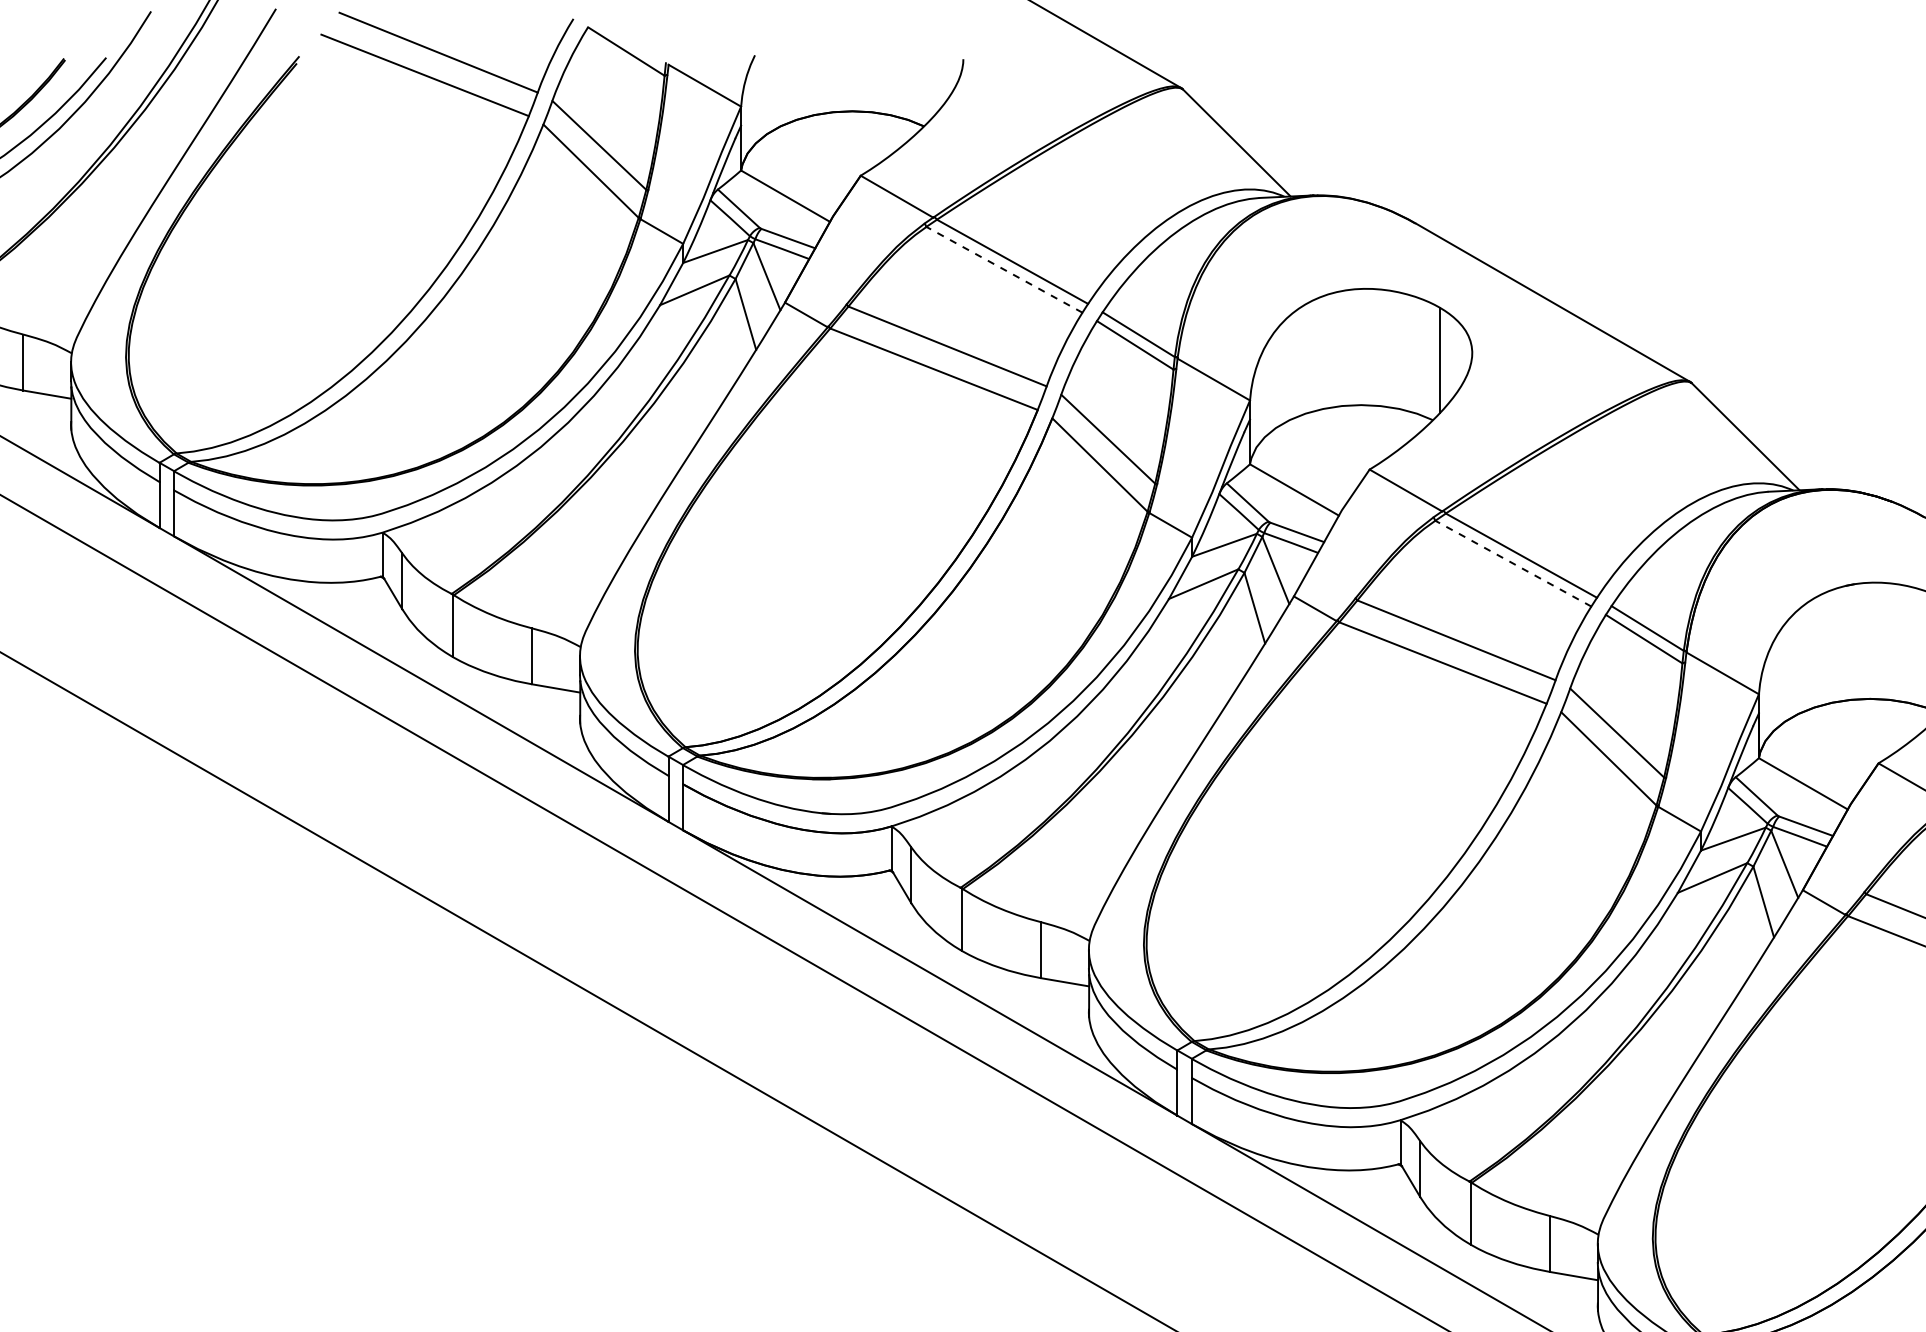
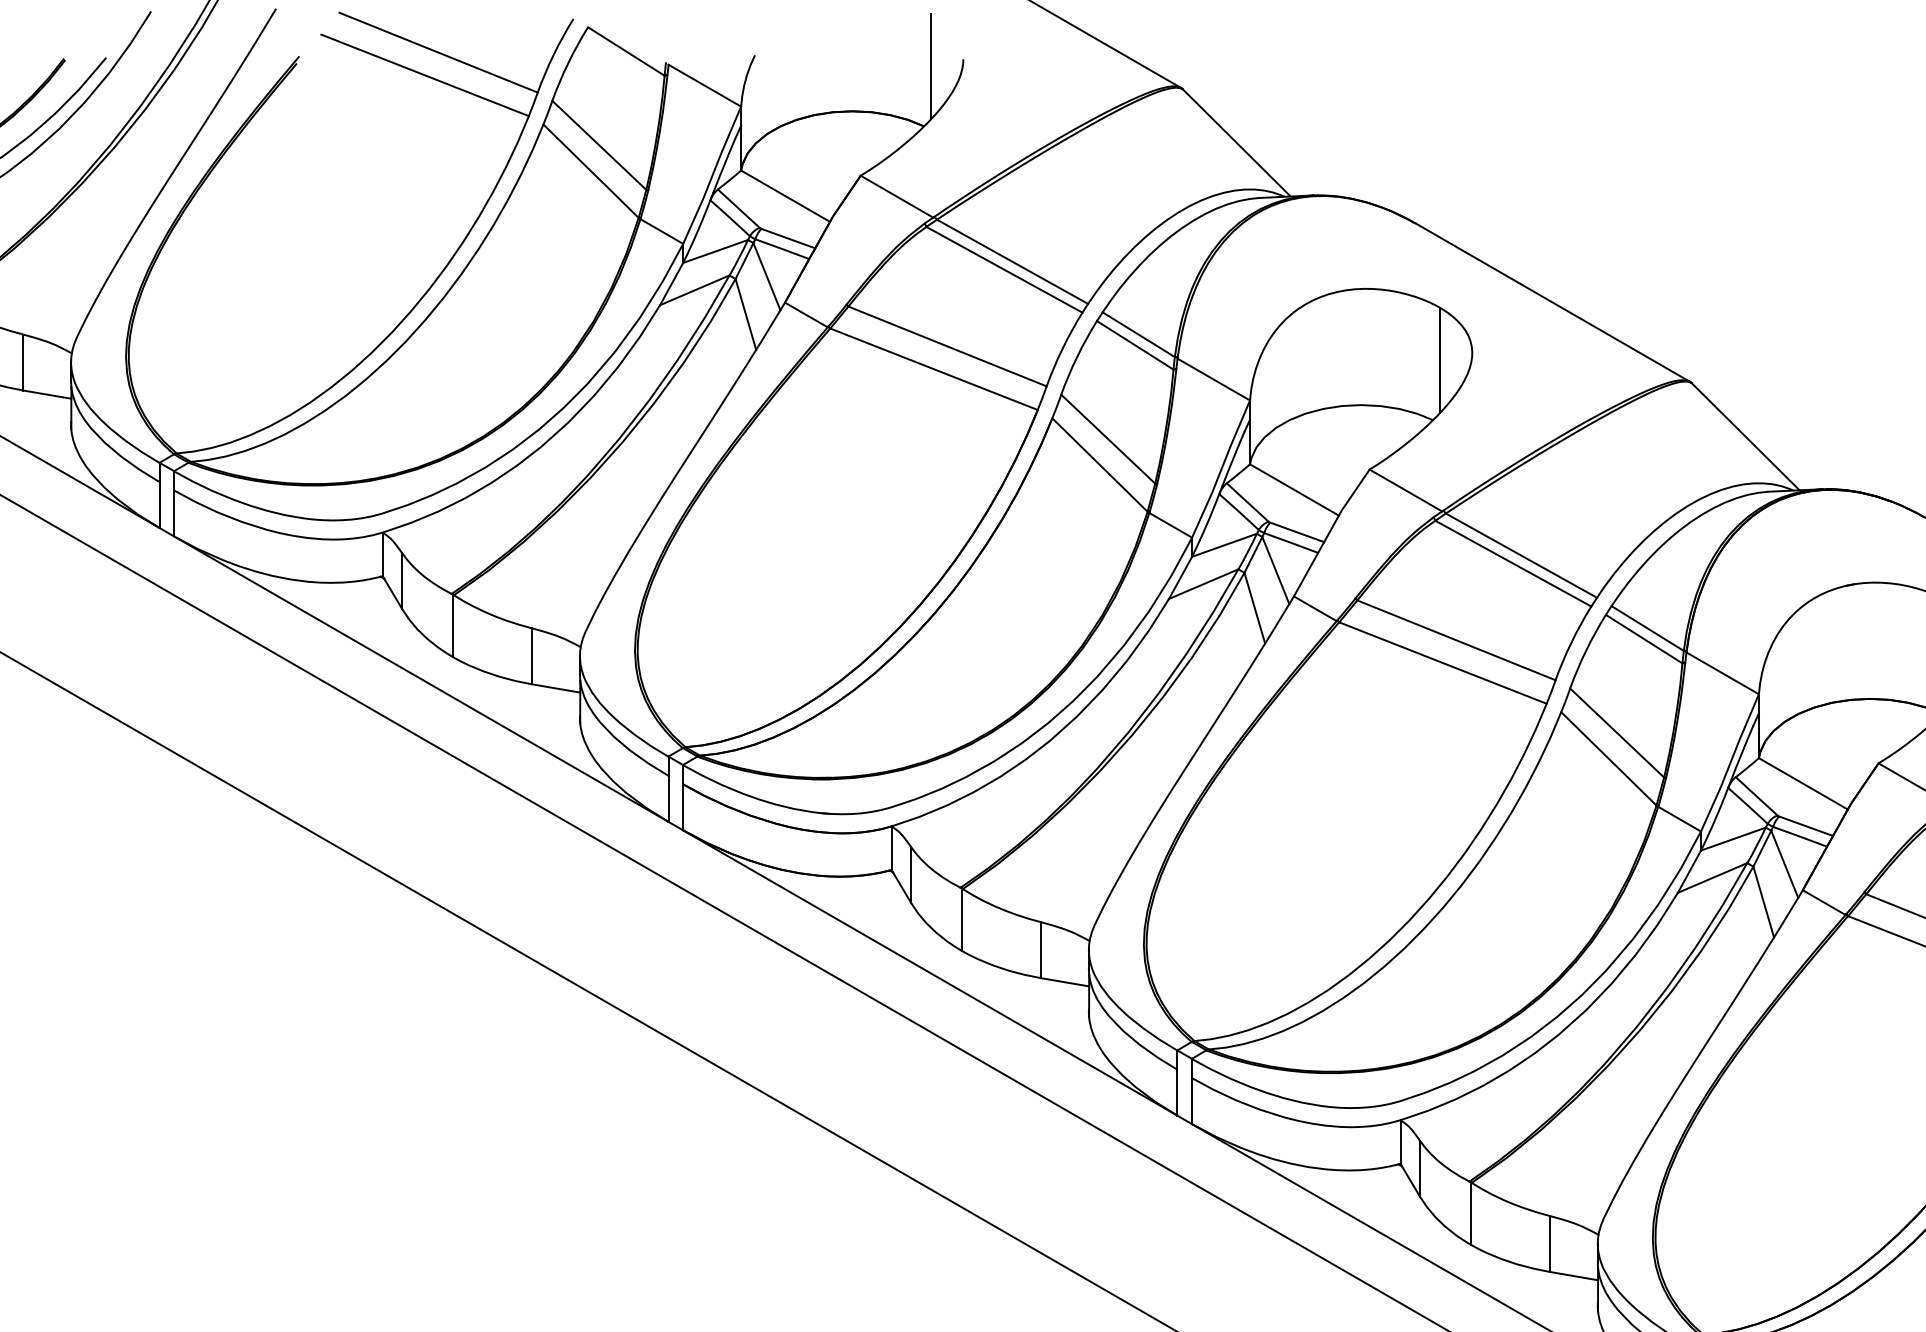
line at (930, 66): none -> present
line at (1004, 269): dashed -> solid
line at (1512, 563): dashed -> solid
